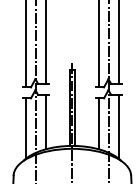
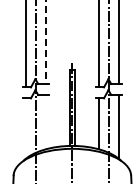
line at (45, 42): solid -> dashed
line at (45, 121): present -> none
line at (25, 128): present -> none
